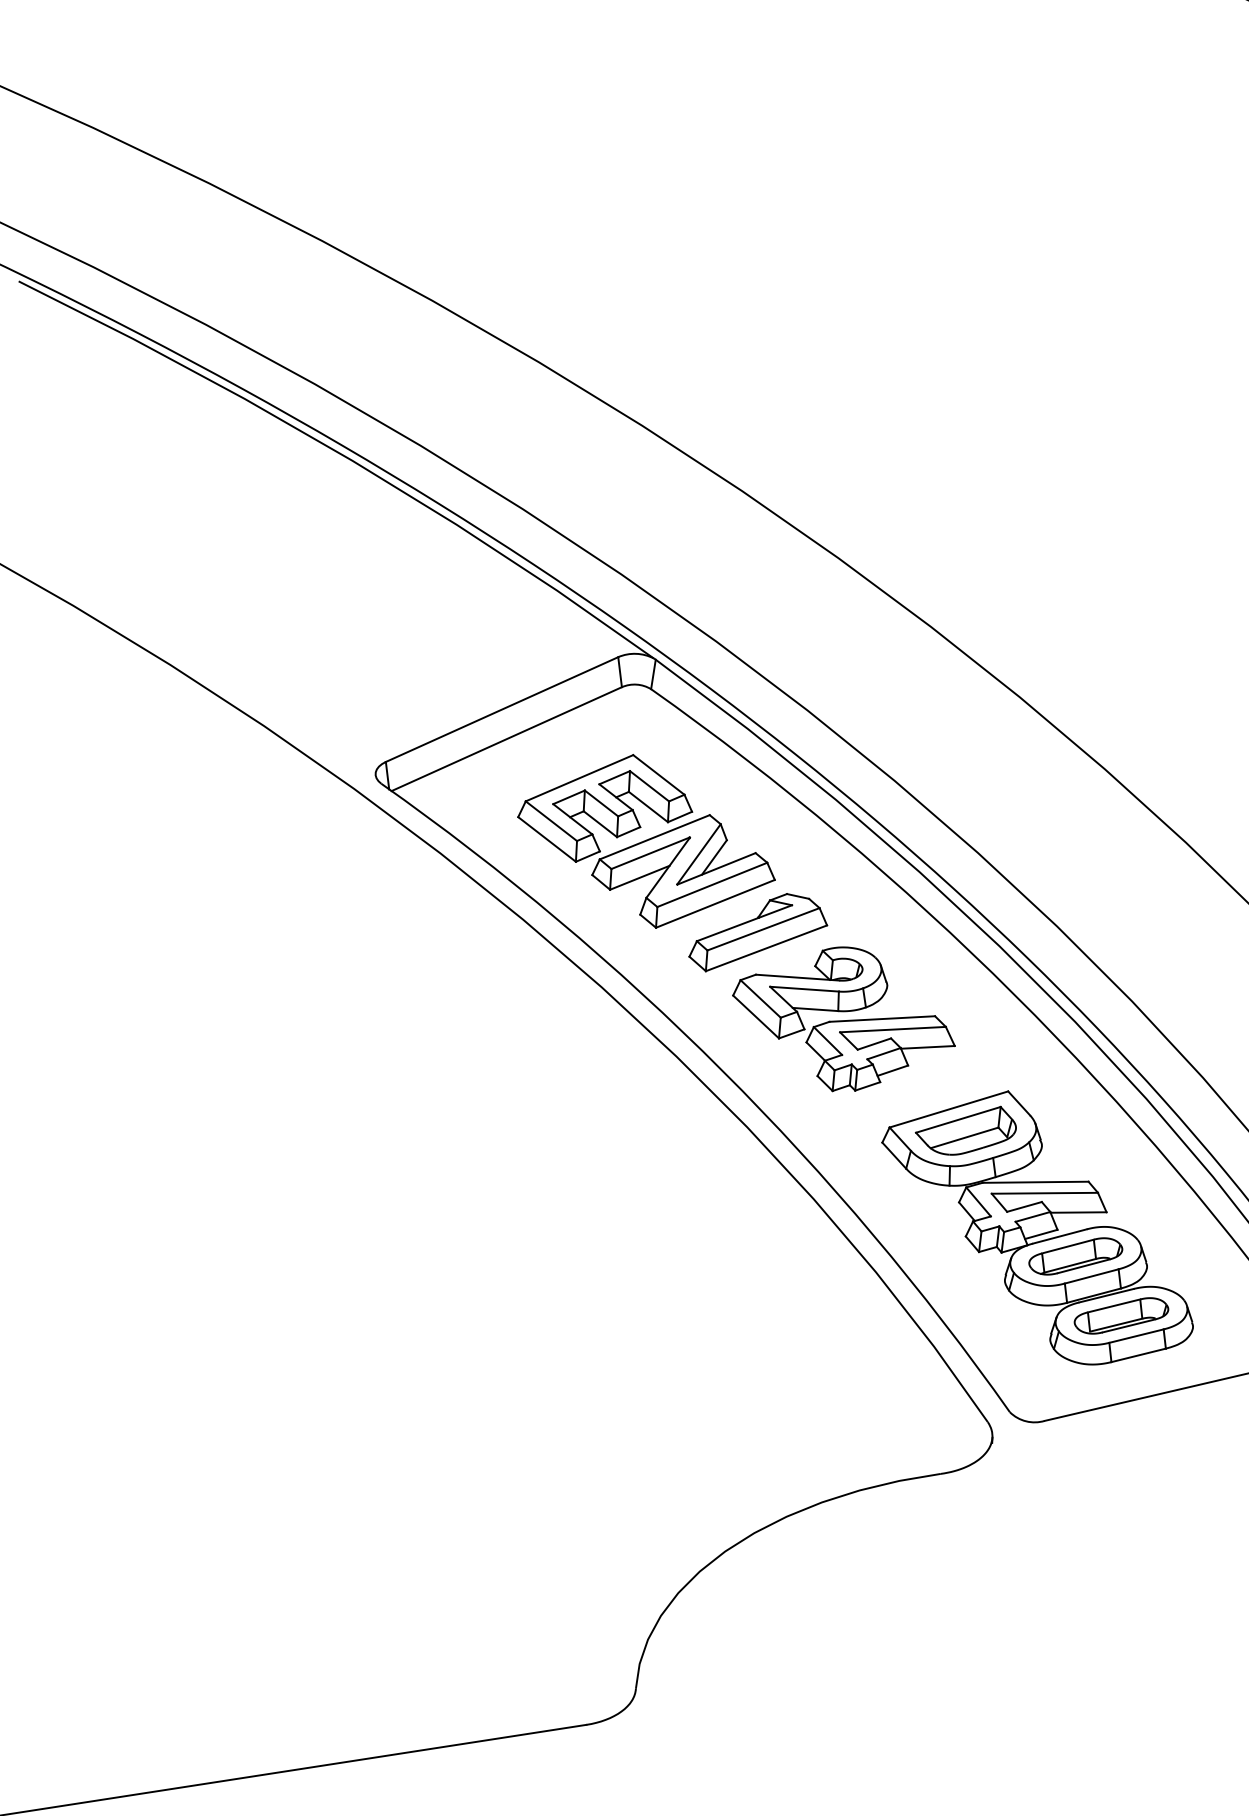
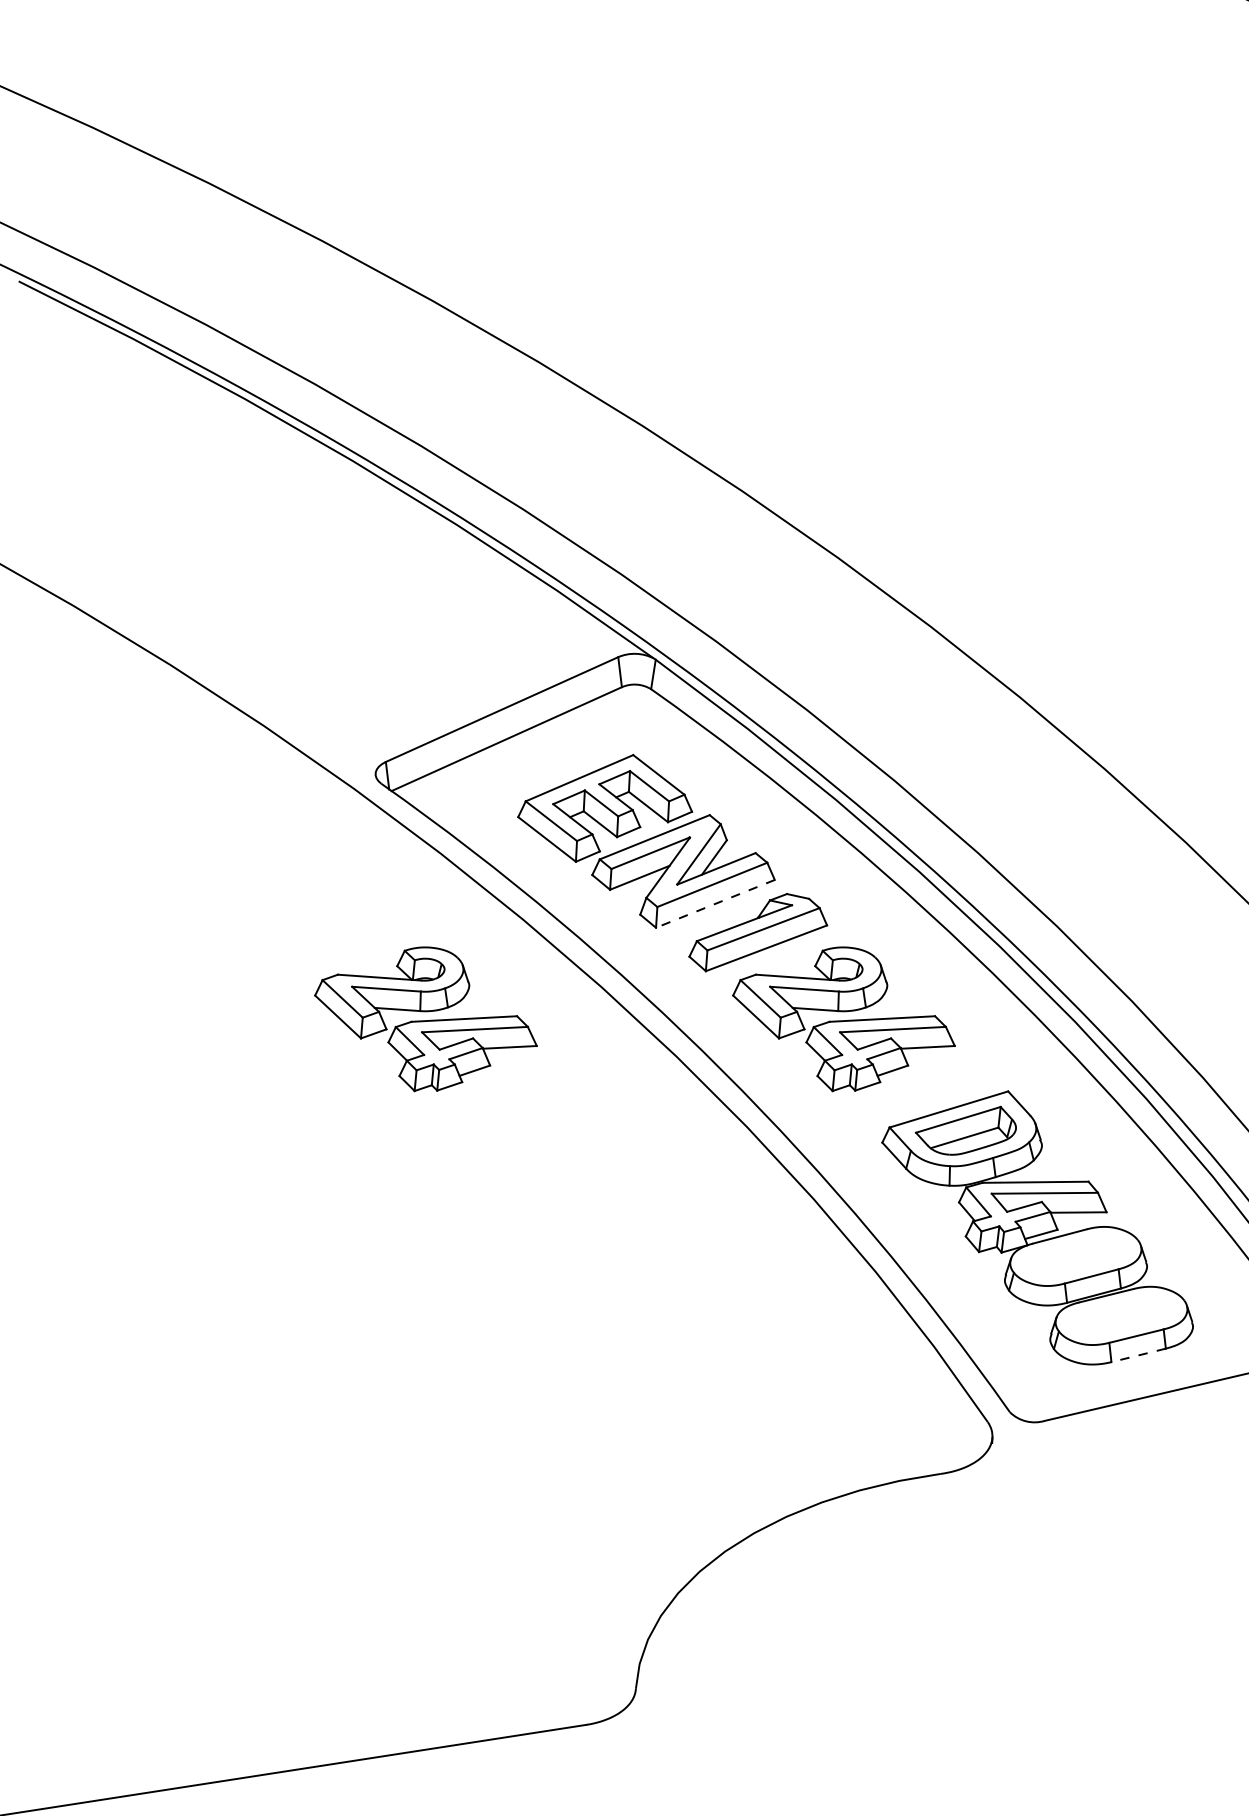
line at (714, 904): solid -> dashed
part at (425, 1019): none -> present
part at (1075, 1256): present -> none
part at (1121, 1315): present -> none
line at (1138, 1355): solid -> dashed
